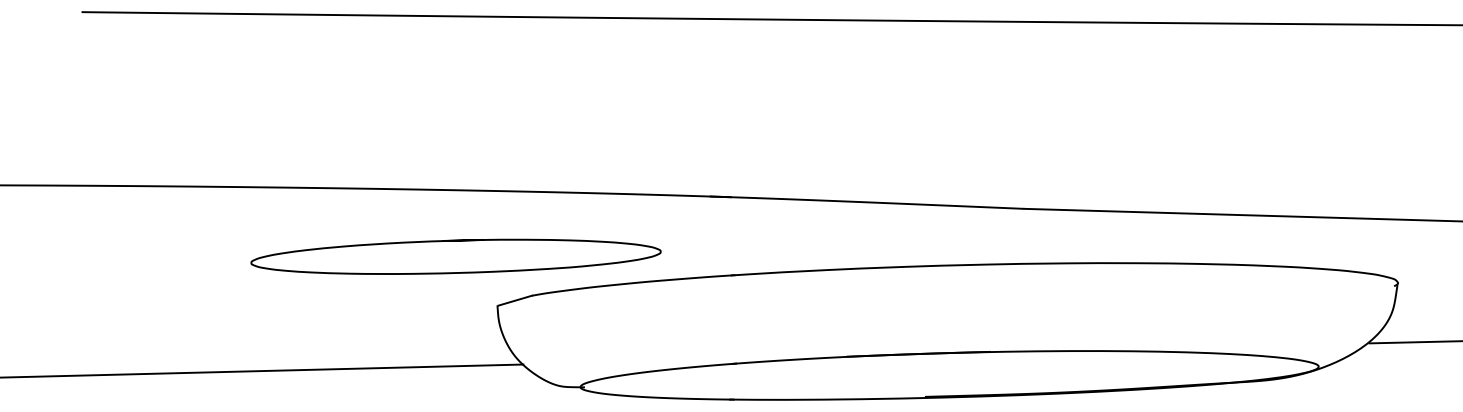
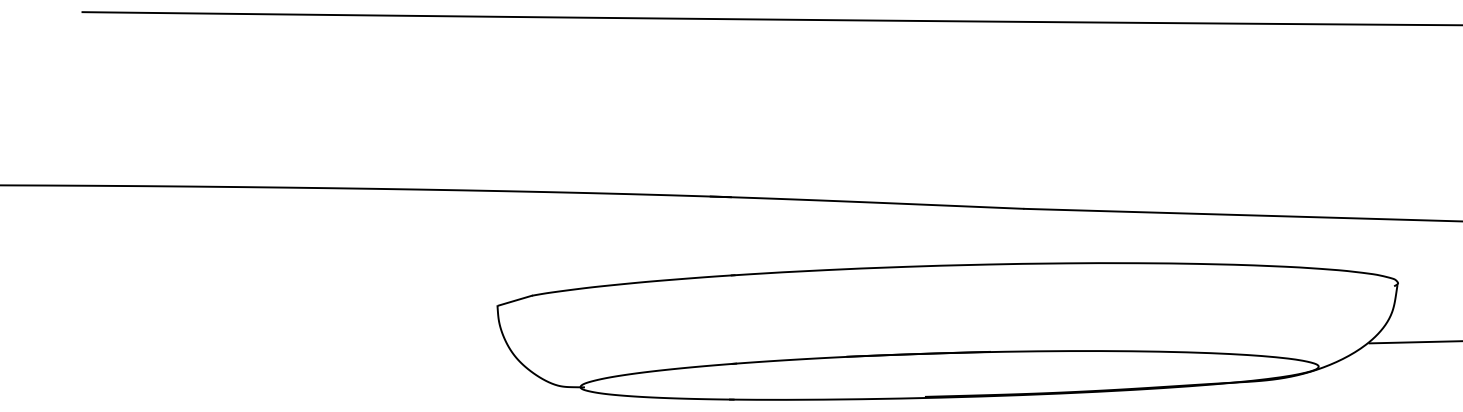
part at (455, 256): present -> none
line at (262, 370): present -> none
